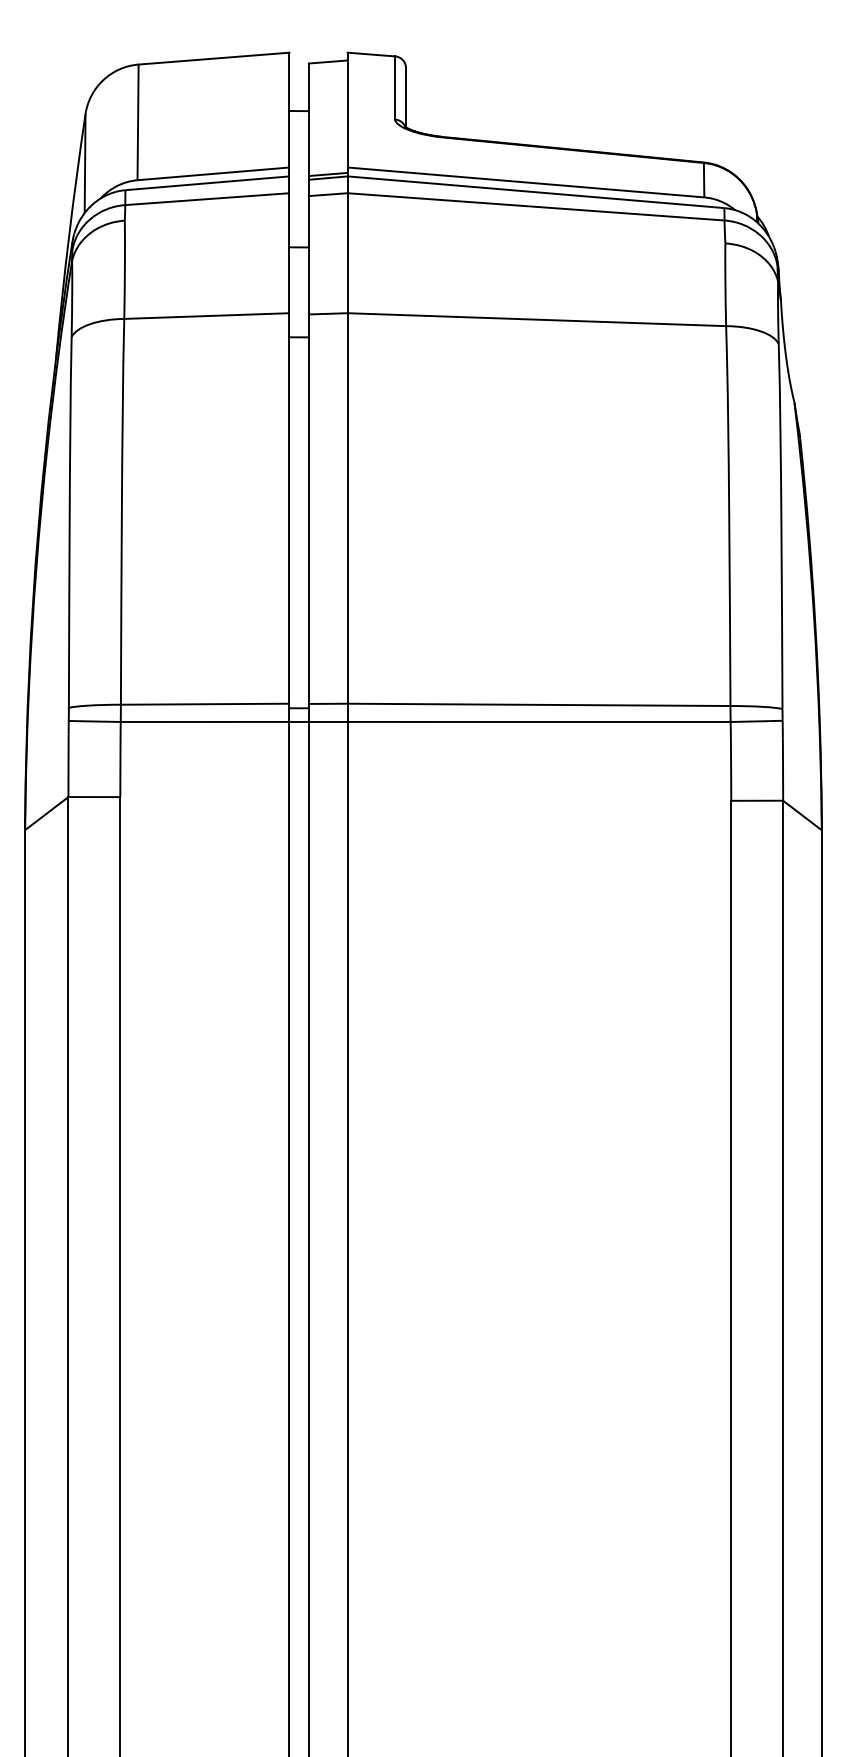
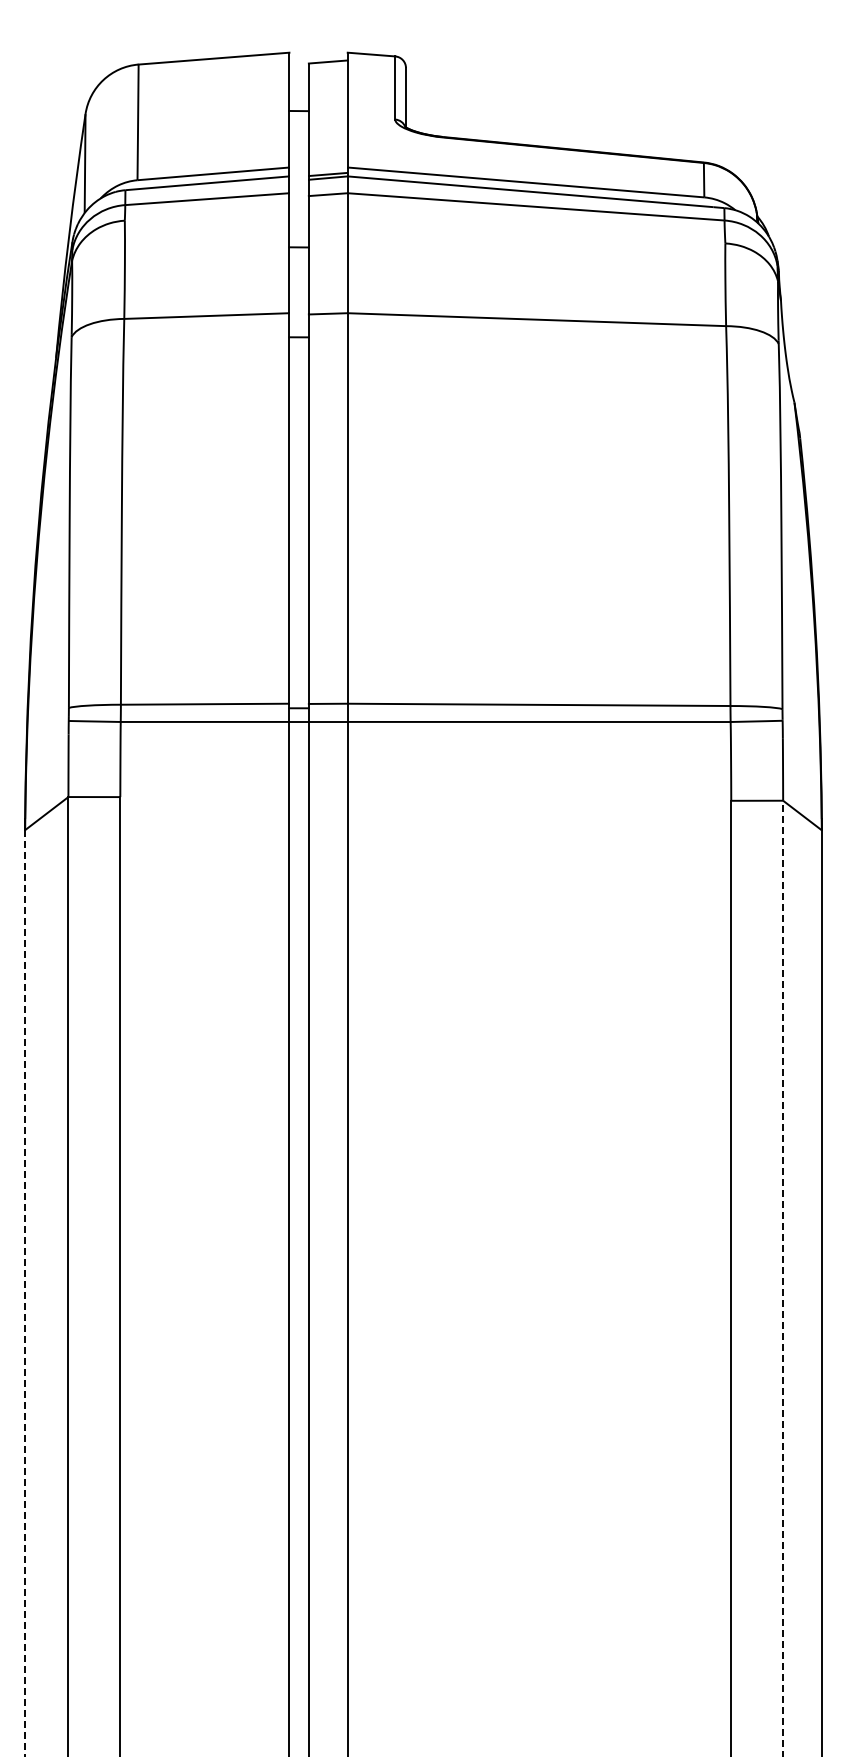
line at (783, 1278): solid -> dashed
line at (25, 1293): solid -> dashed
